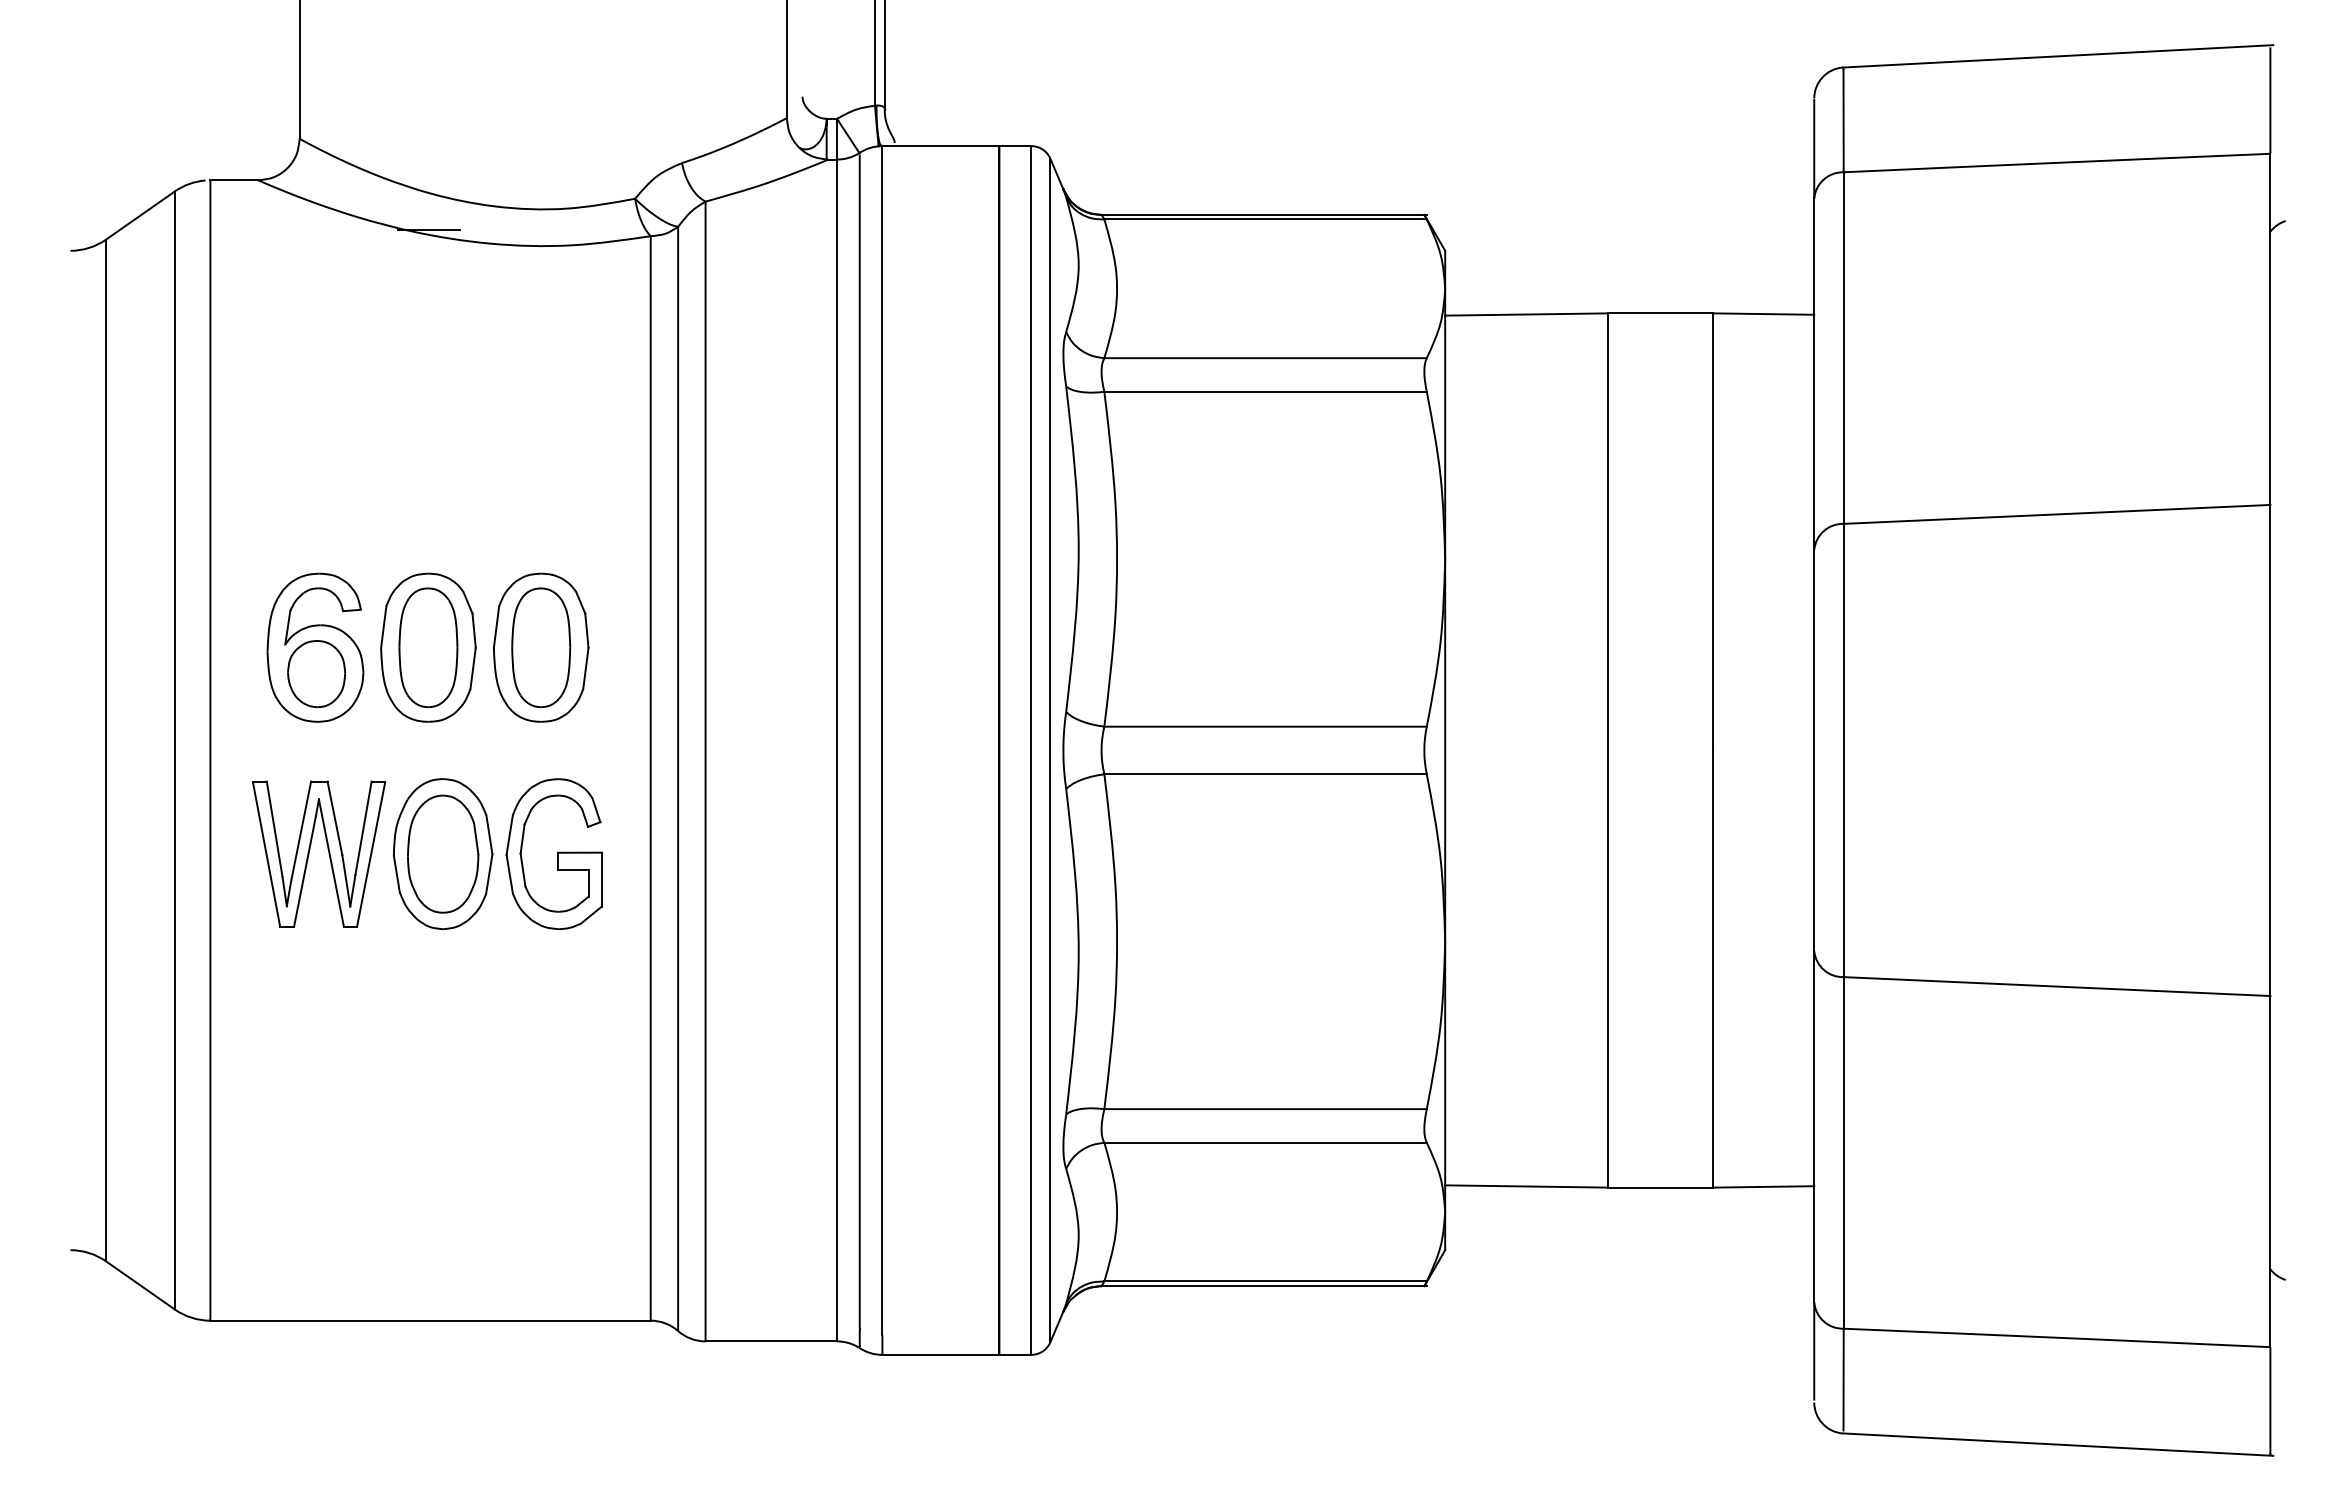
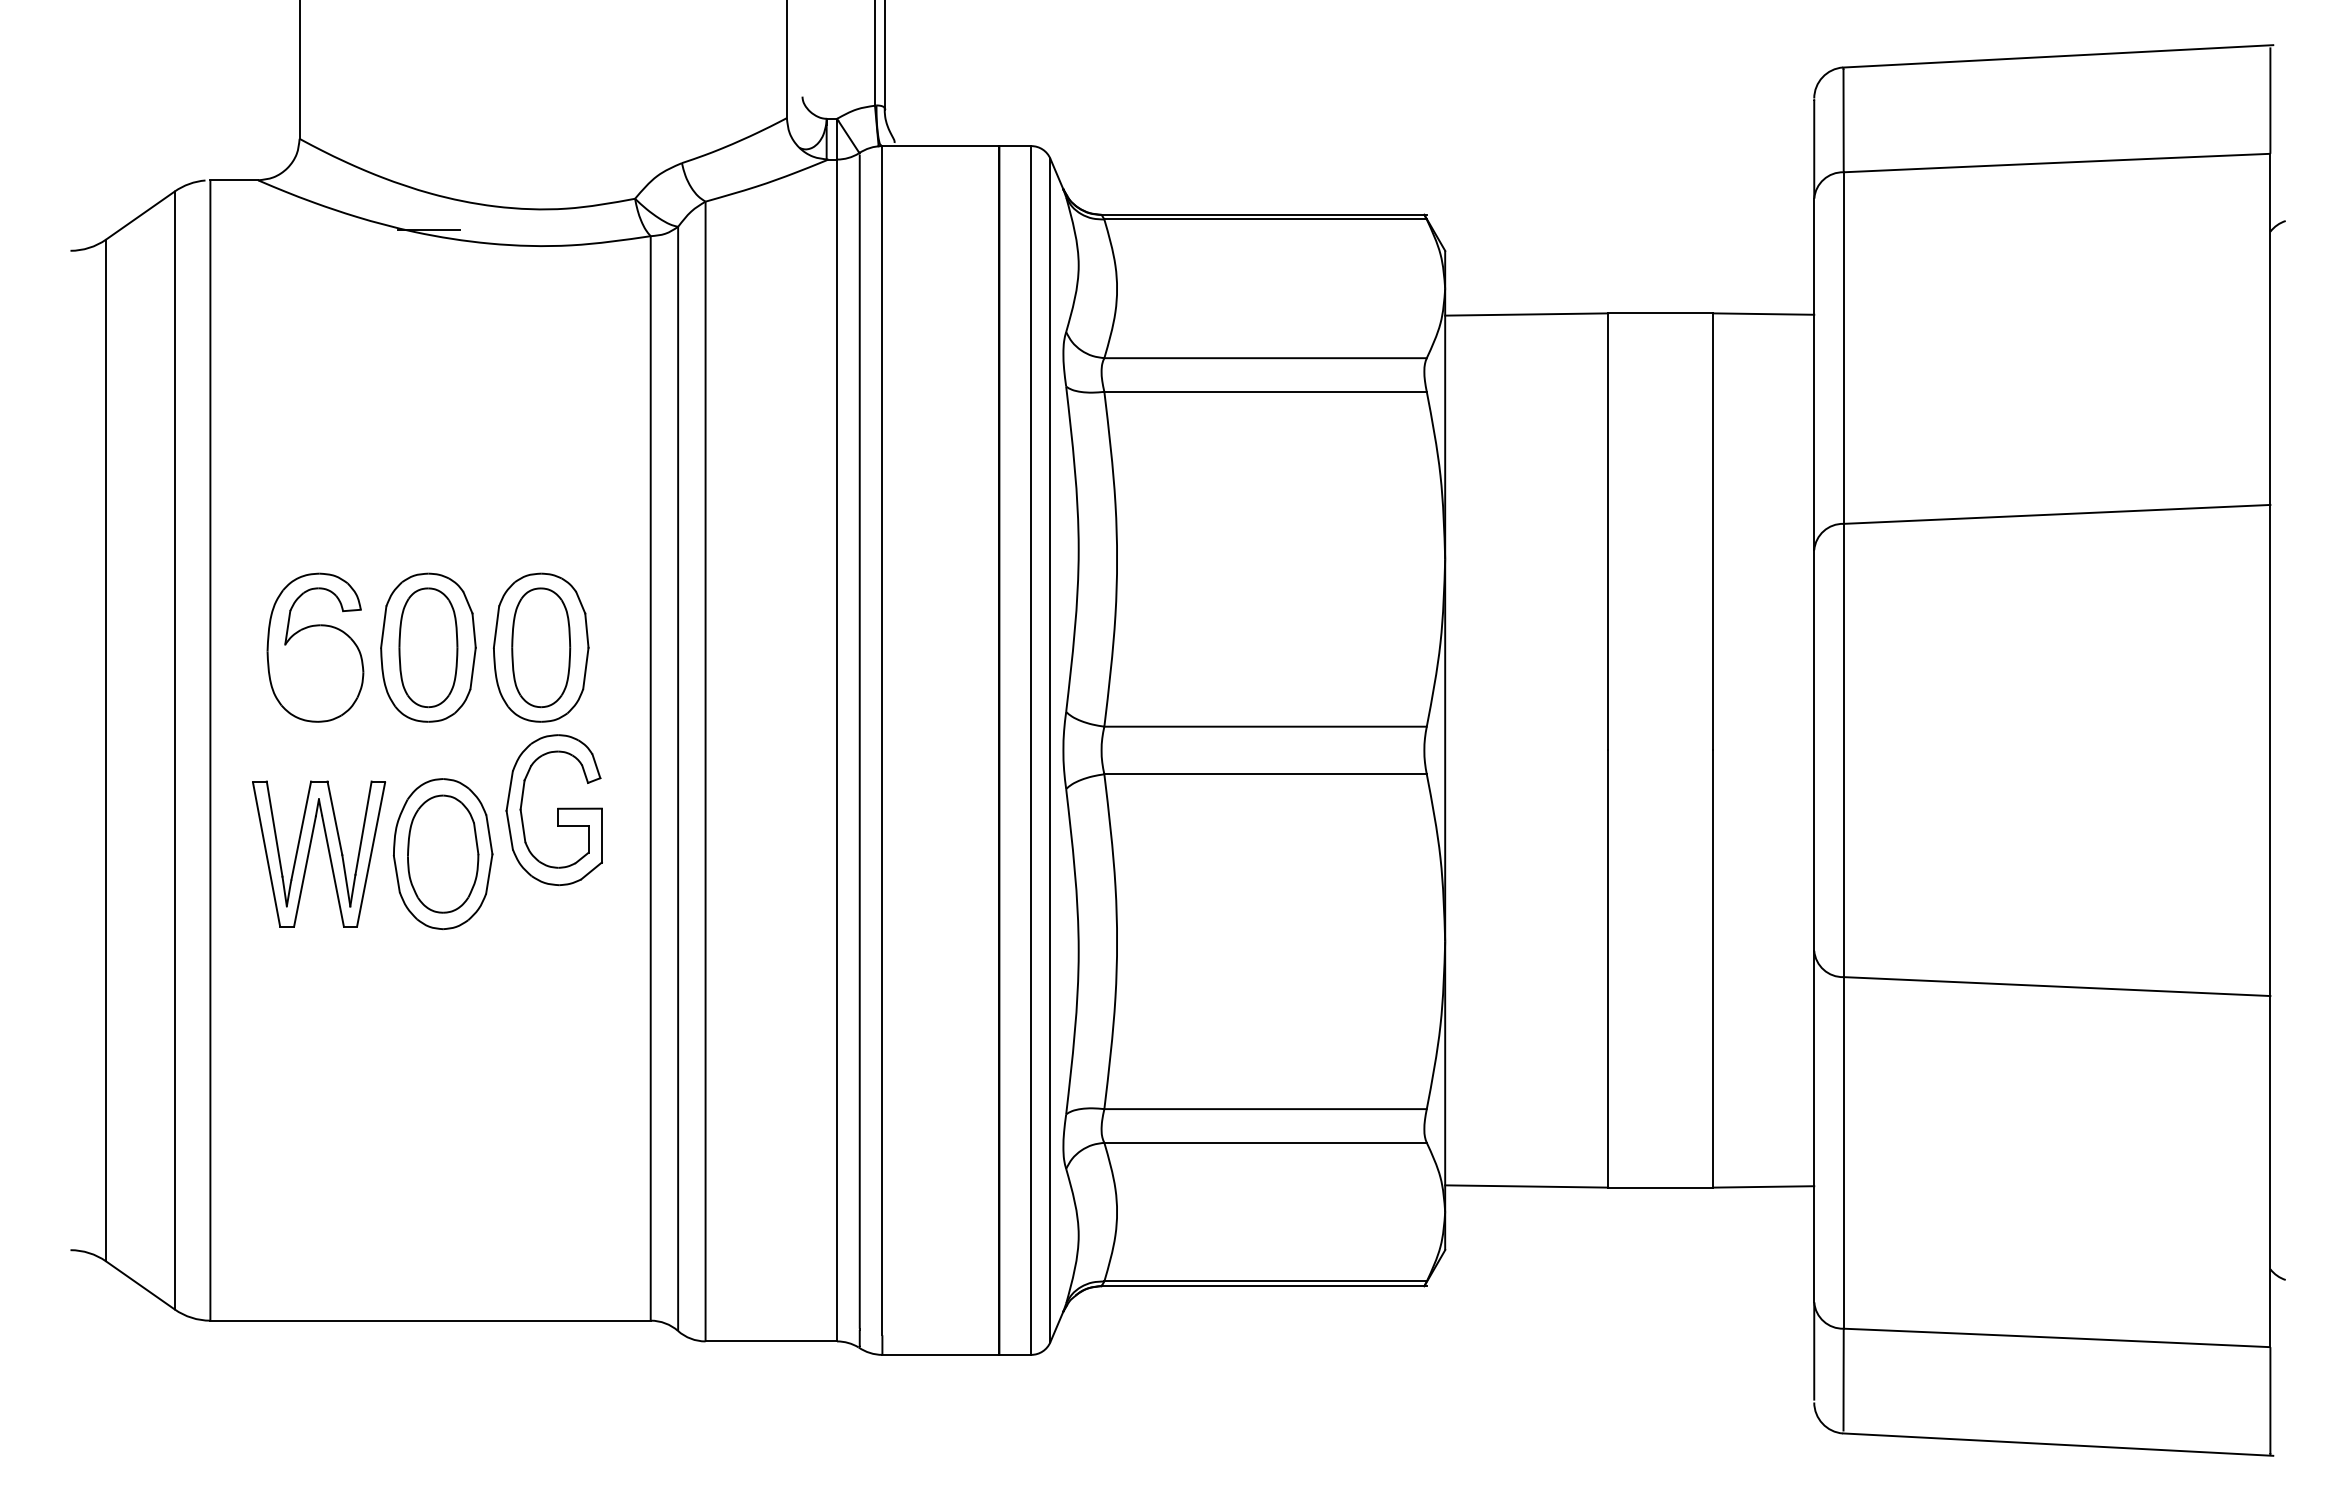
part at (316, 674): present -> none
part at (553, 854) position: (553, 854) -> (553, 810)
